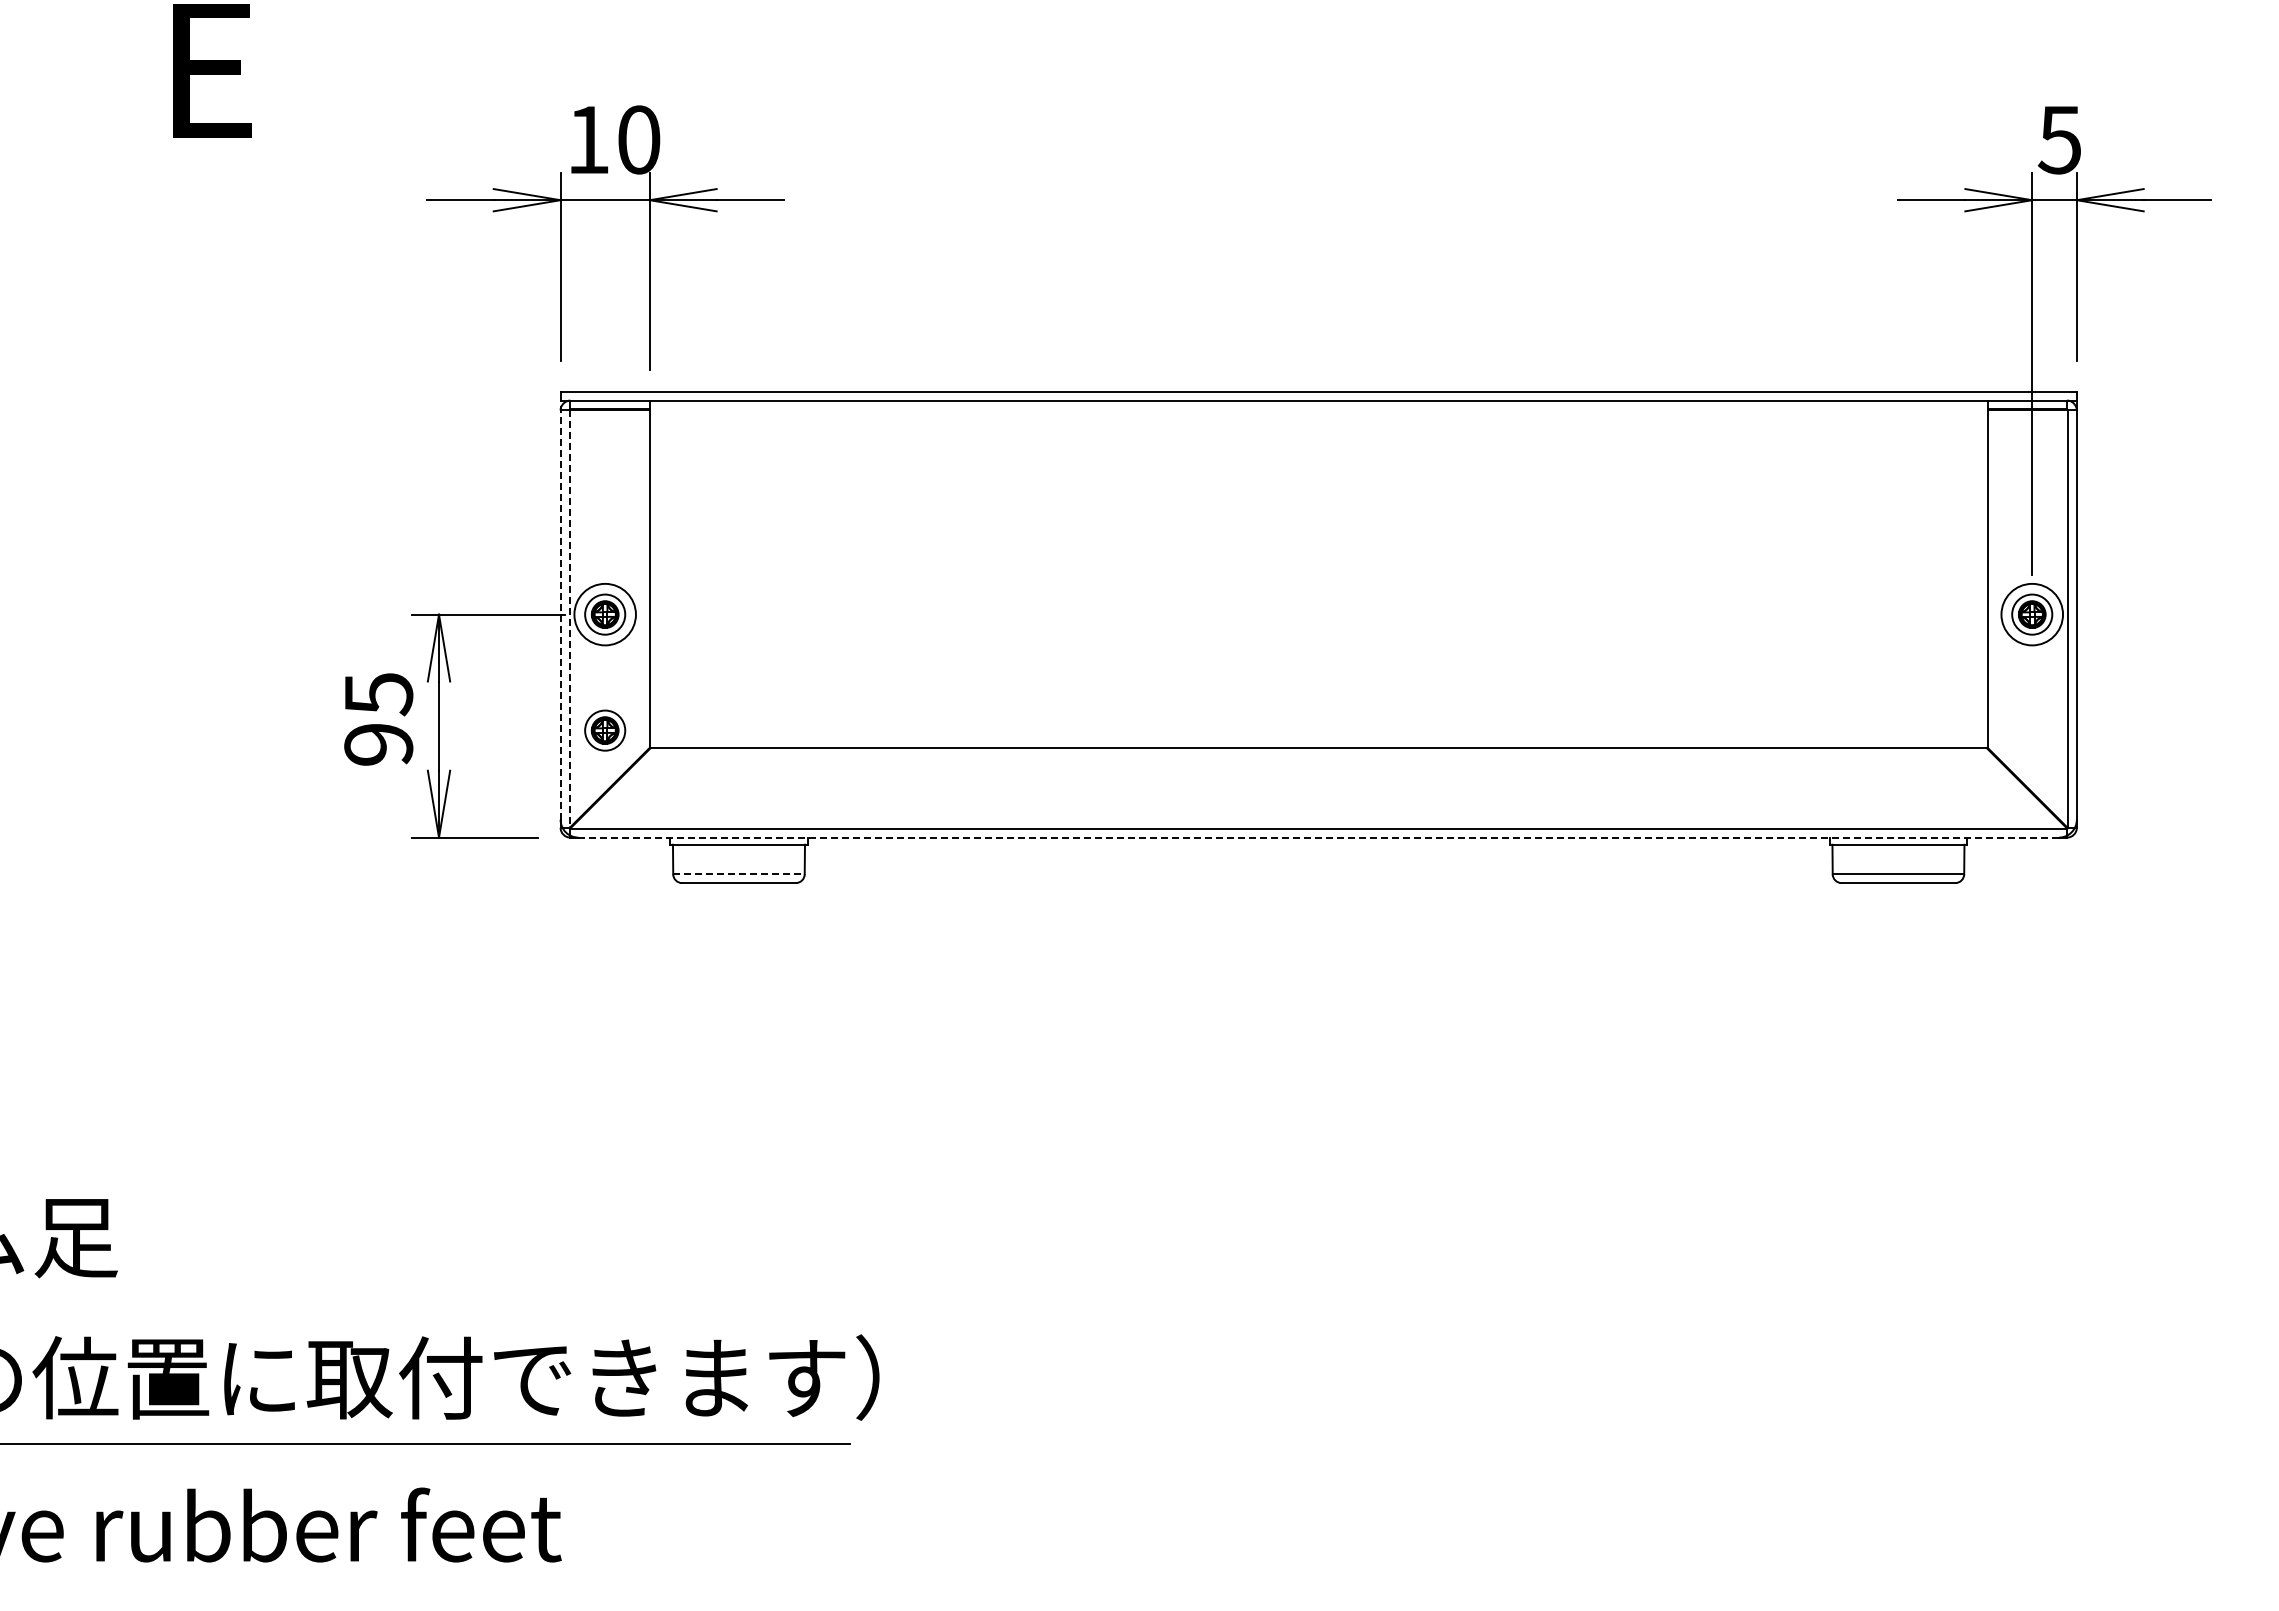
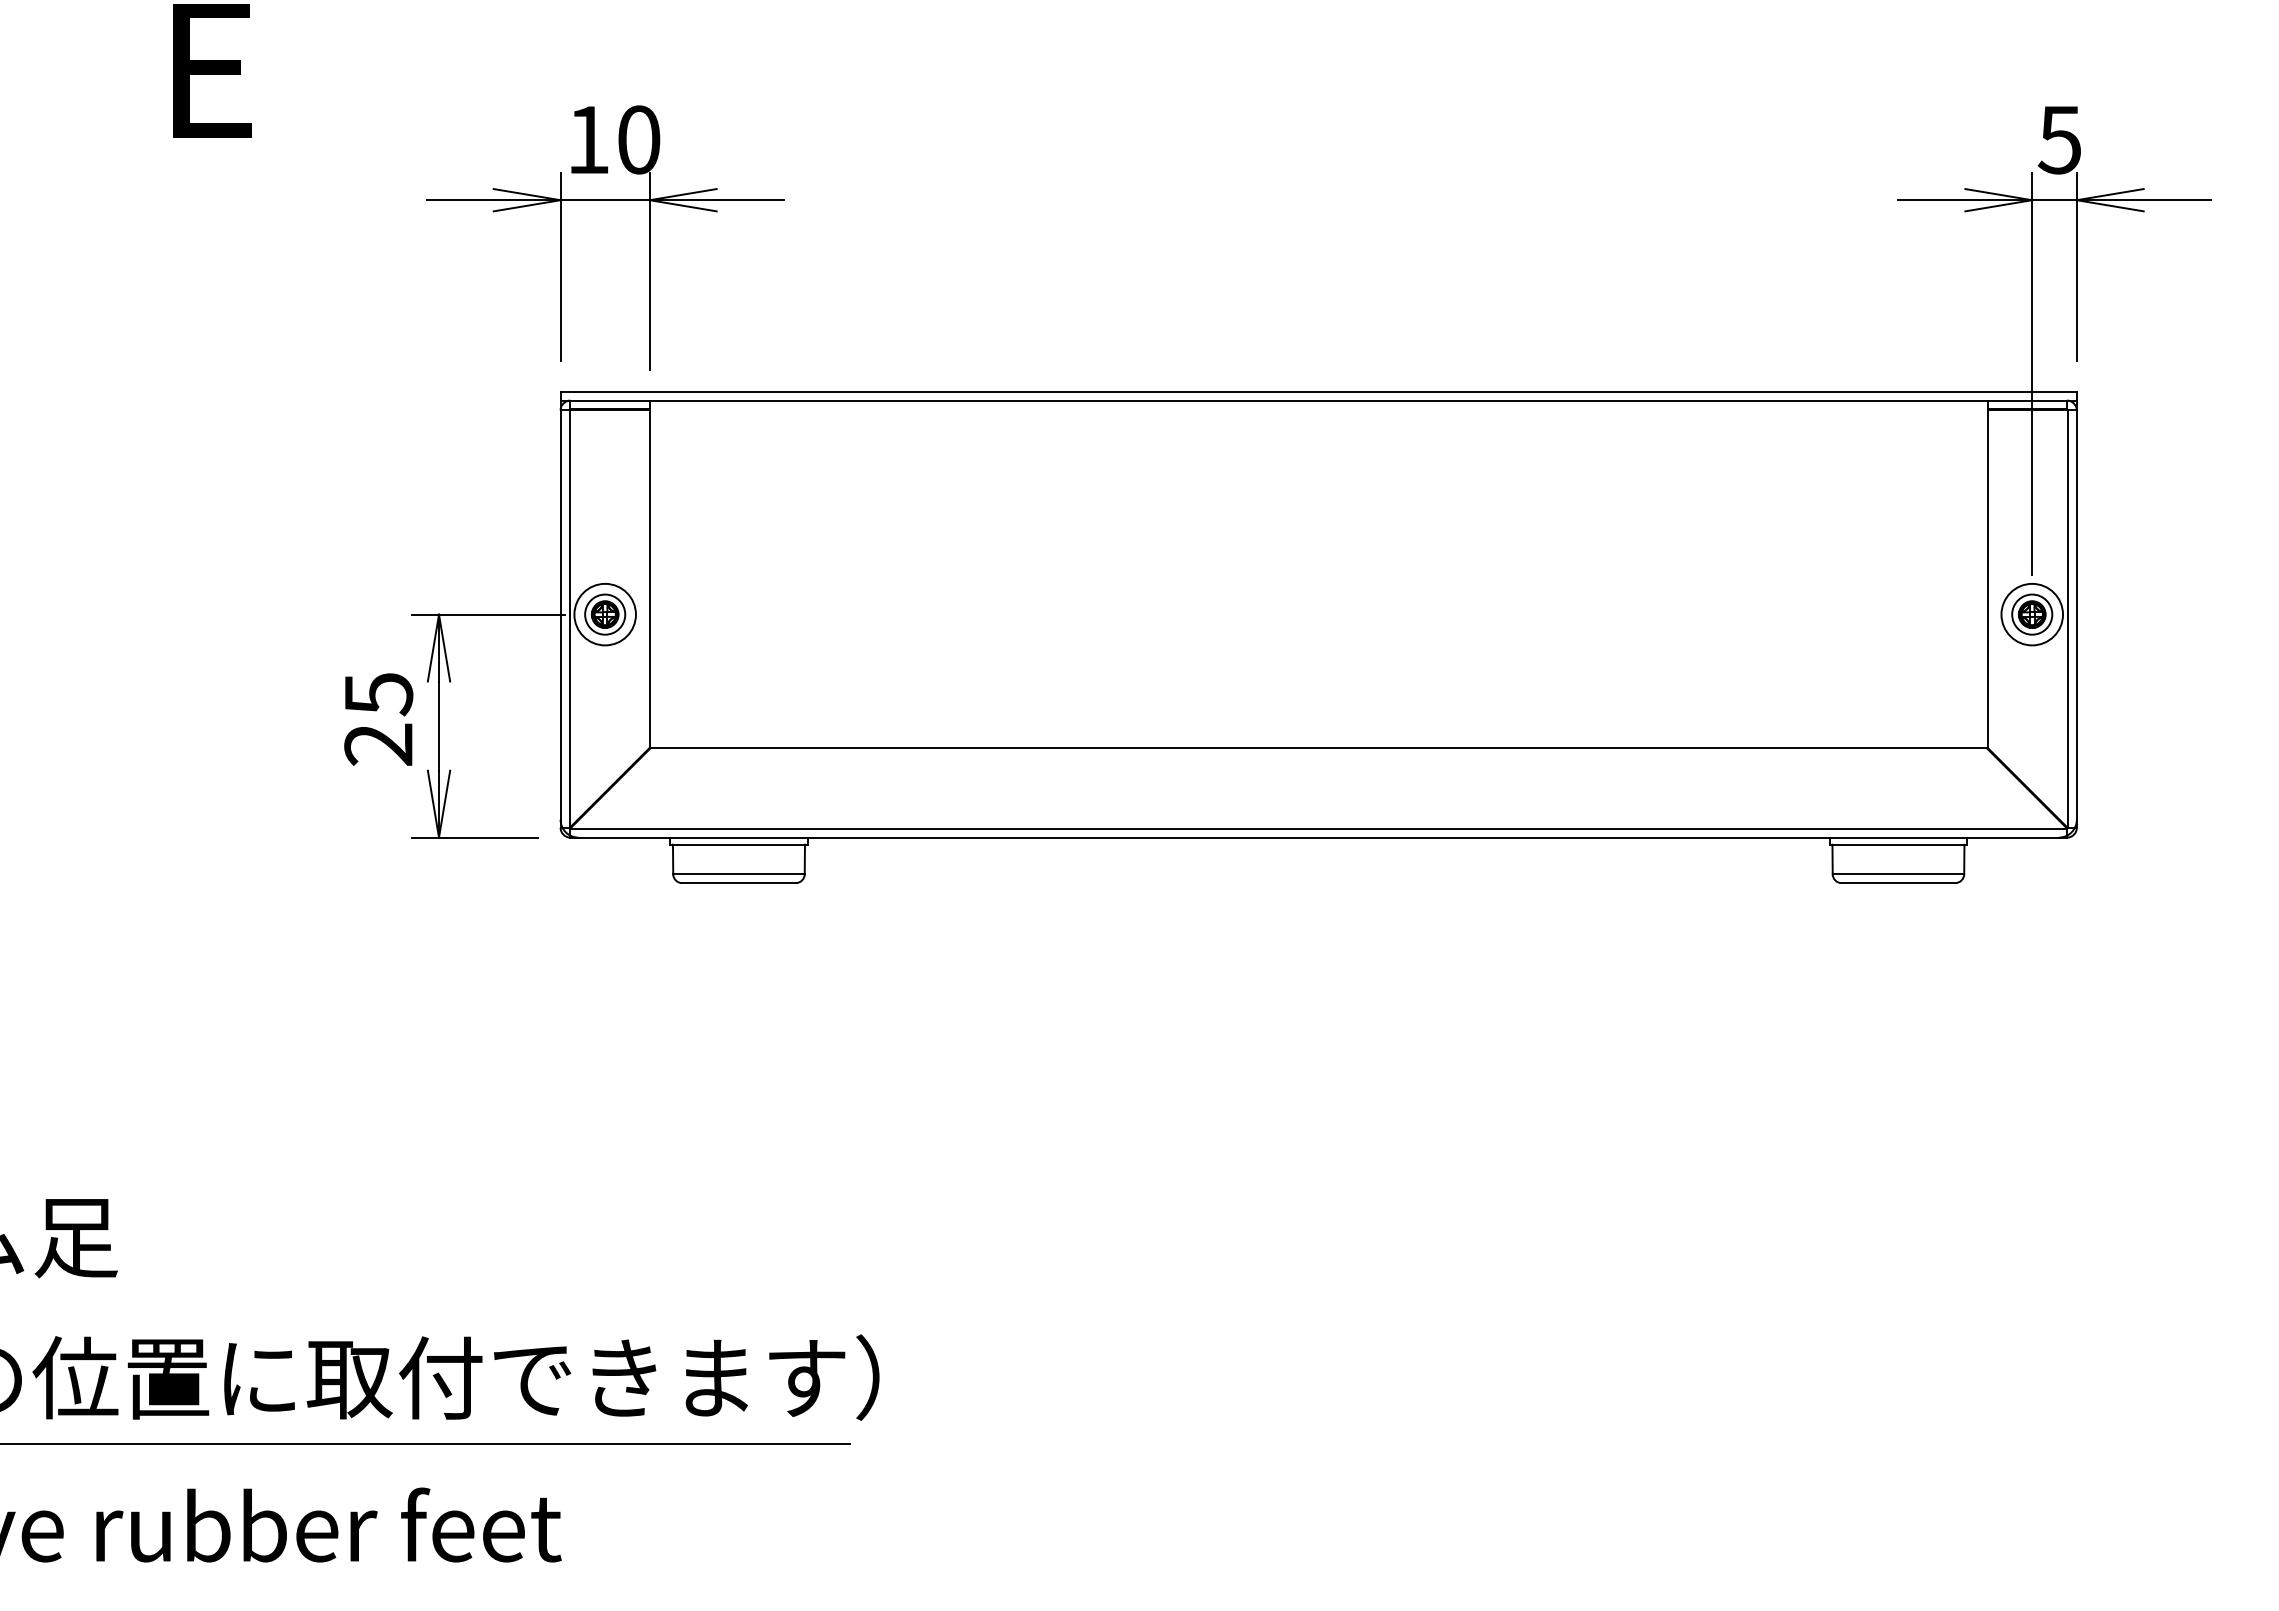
line at (560, 610): dashed -> solid
line at (569, 619): dashed -> solid
part at (605, 730): present -> none
text at (378, 744): 95 -> 25
line at (1318, 837): dashed -> solid
line at (738, 874): dashed -> solid
